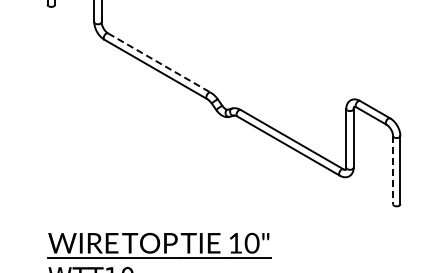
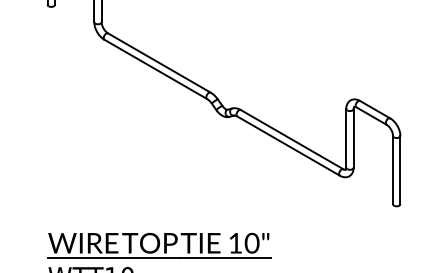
line at (159, 63): dashed -> solid
line at (393, 170): dashed -> solid
